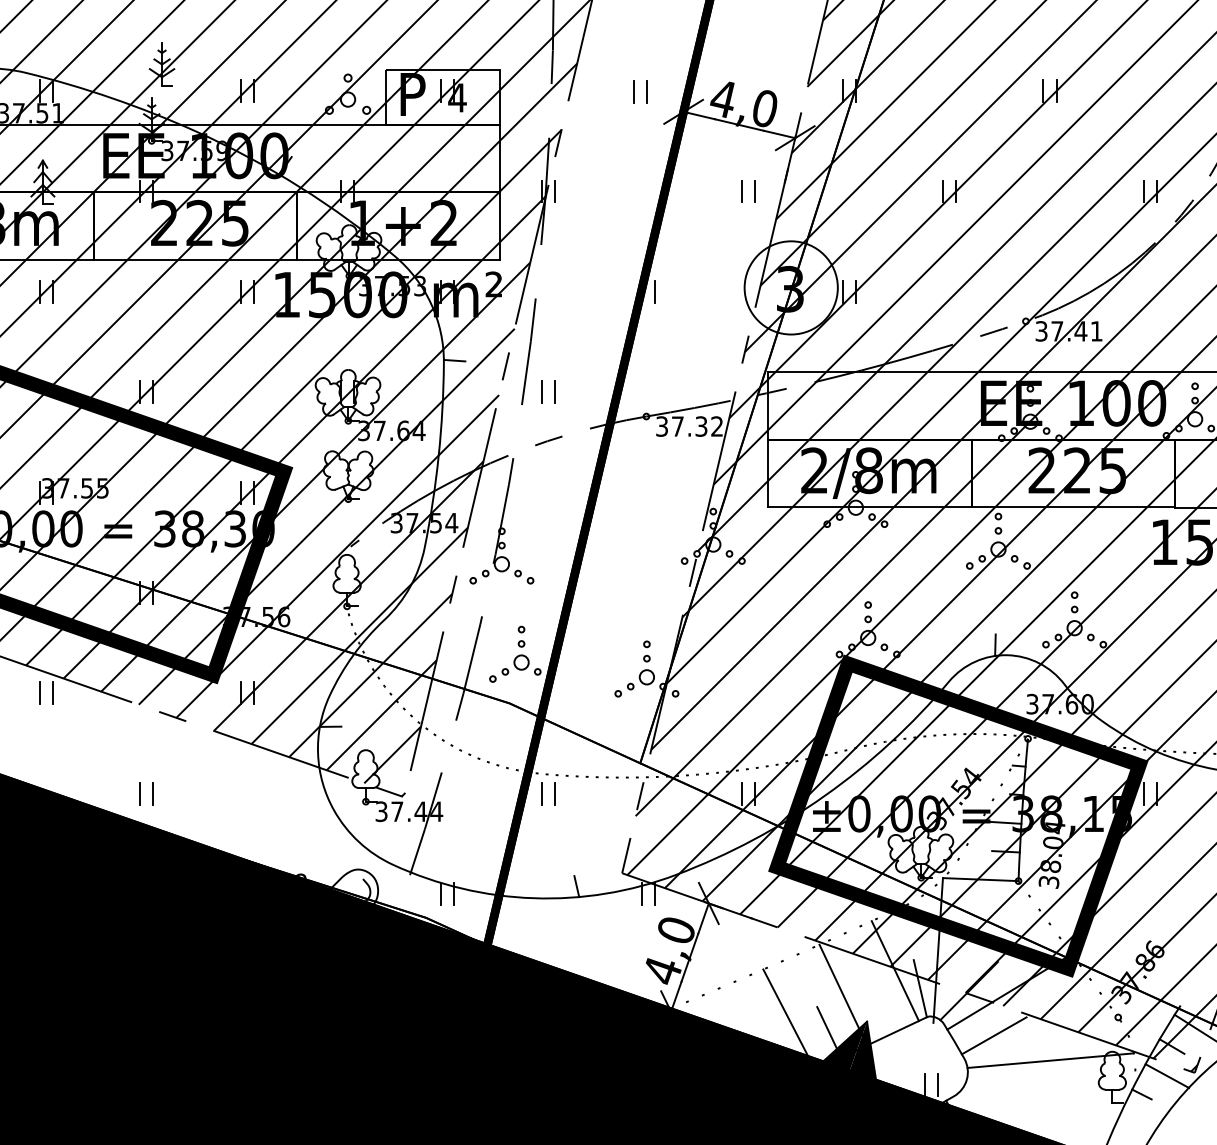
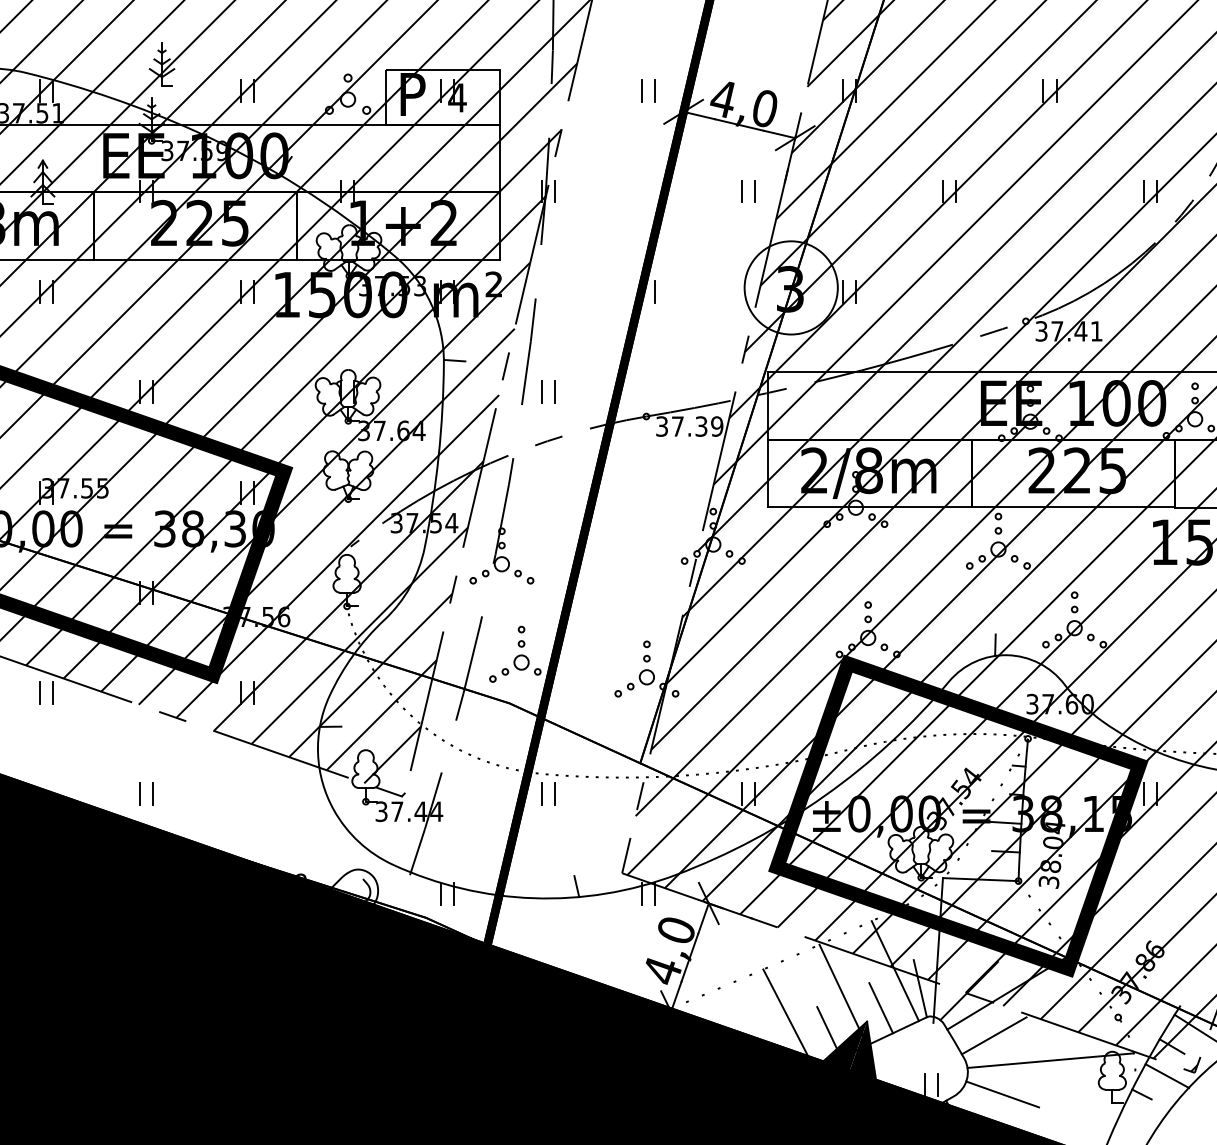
part at (640, 91) position: (640, 91) -> (648, 90)
text at (717, 426): 37.32 -> 37.39
line at (881, 1008): none -> present
line at (1002, 1094): none -> present
